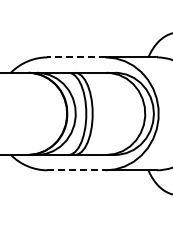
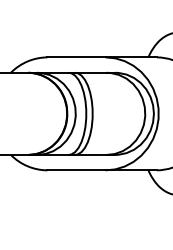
line at (76, 57): dashed -> solid
line at (76, 170): dashed -> solid
